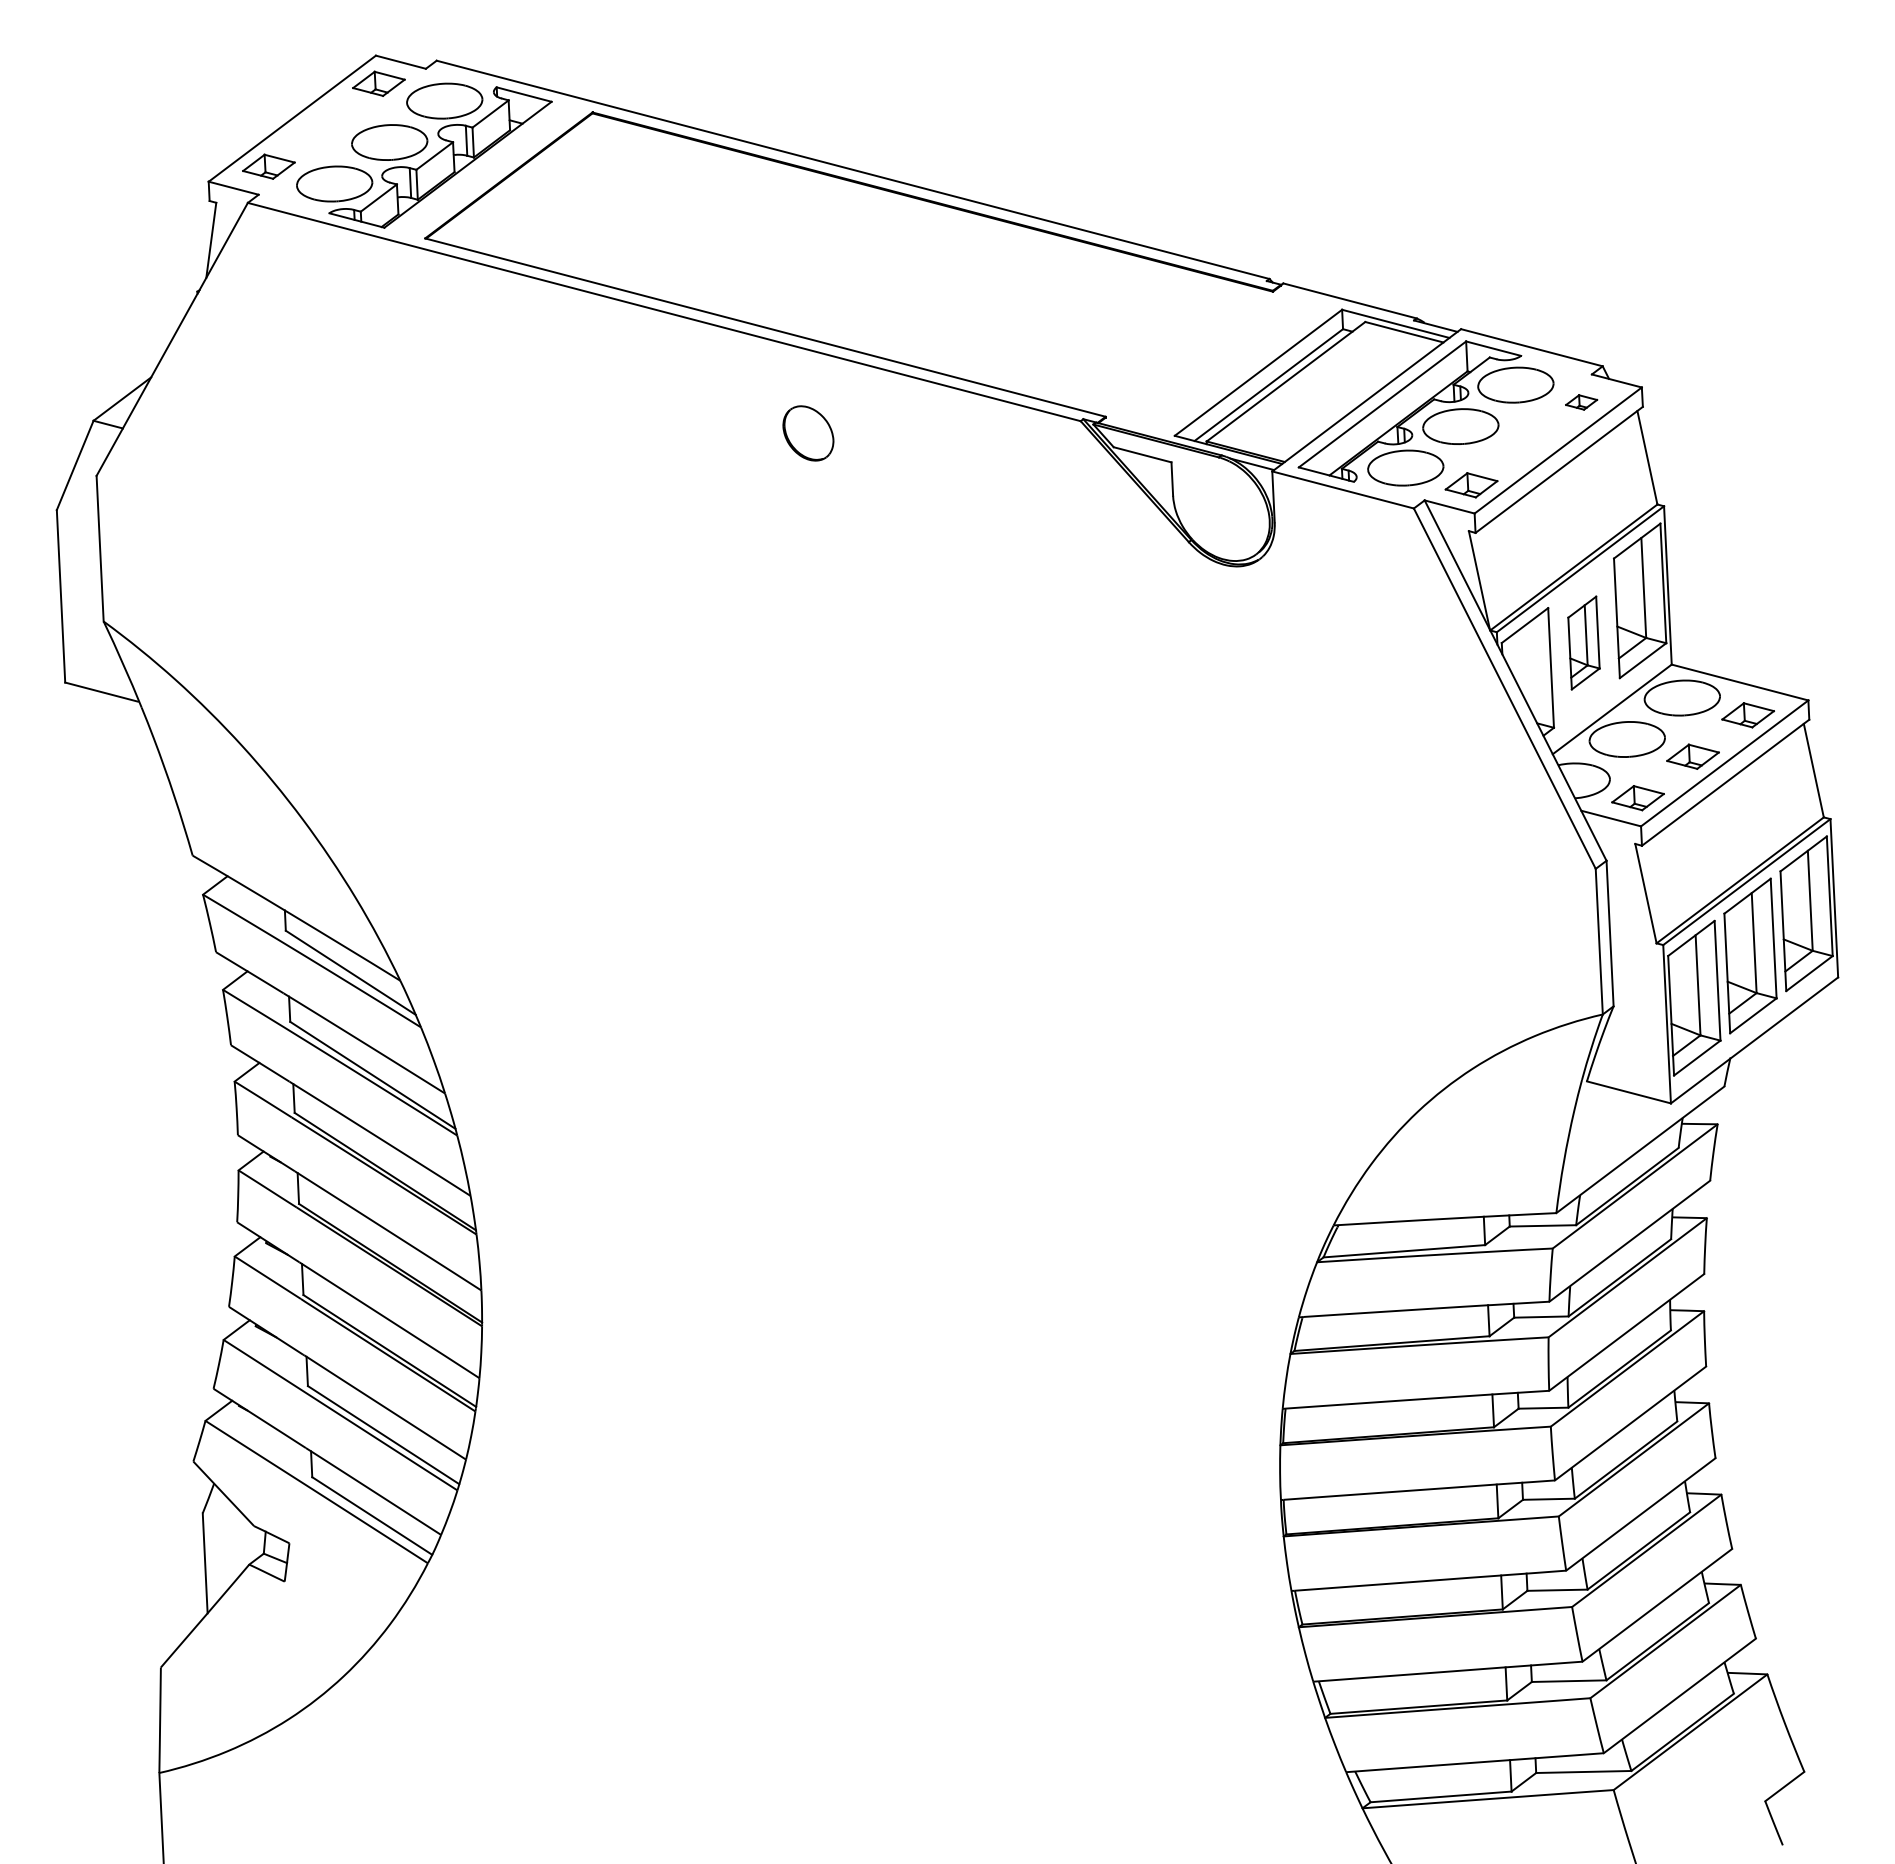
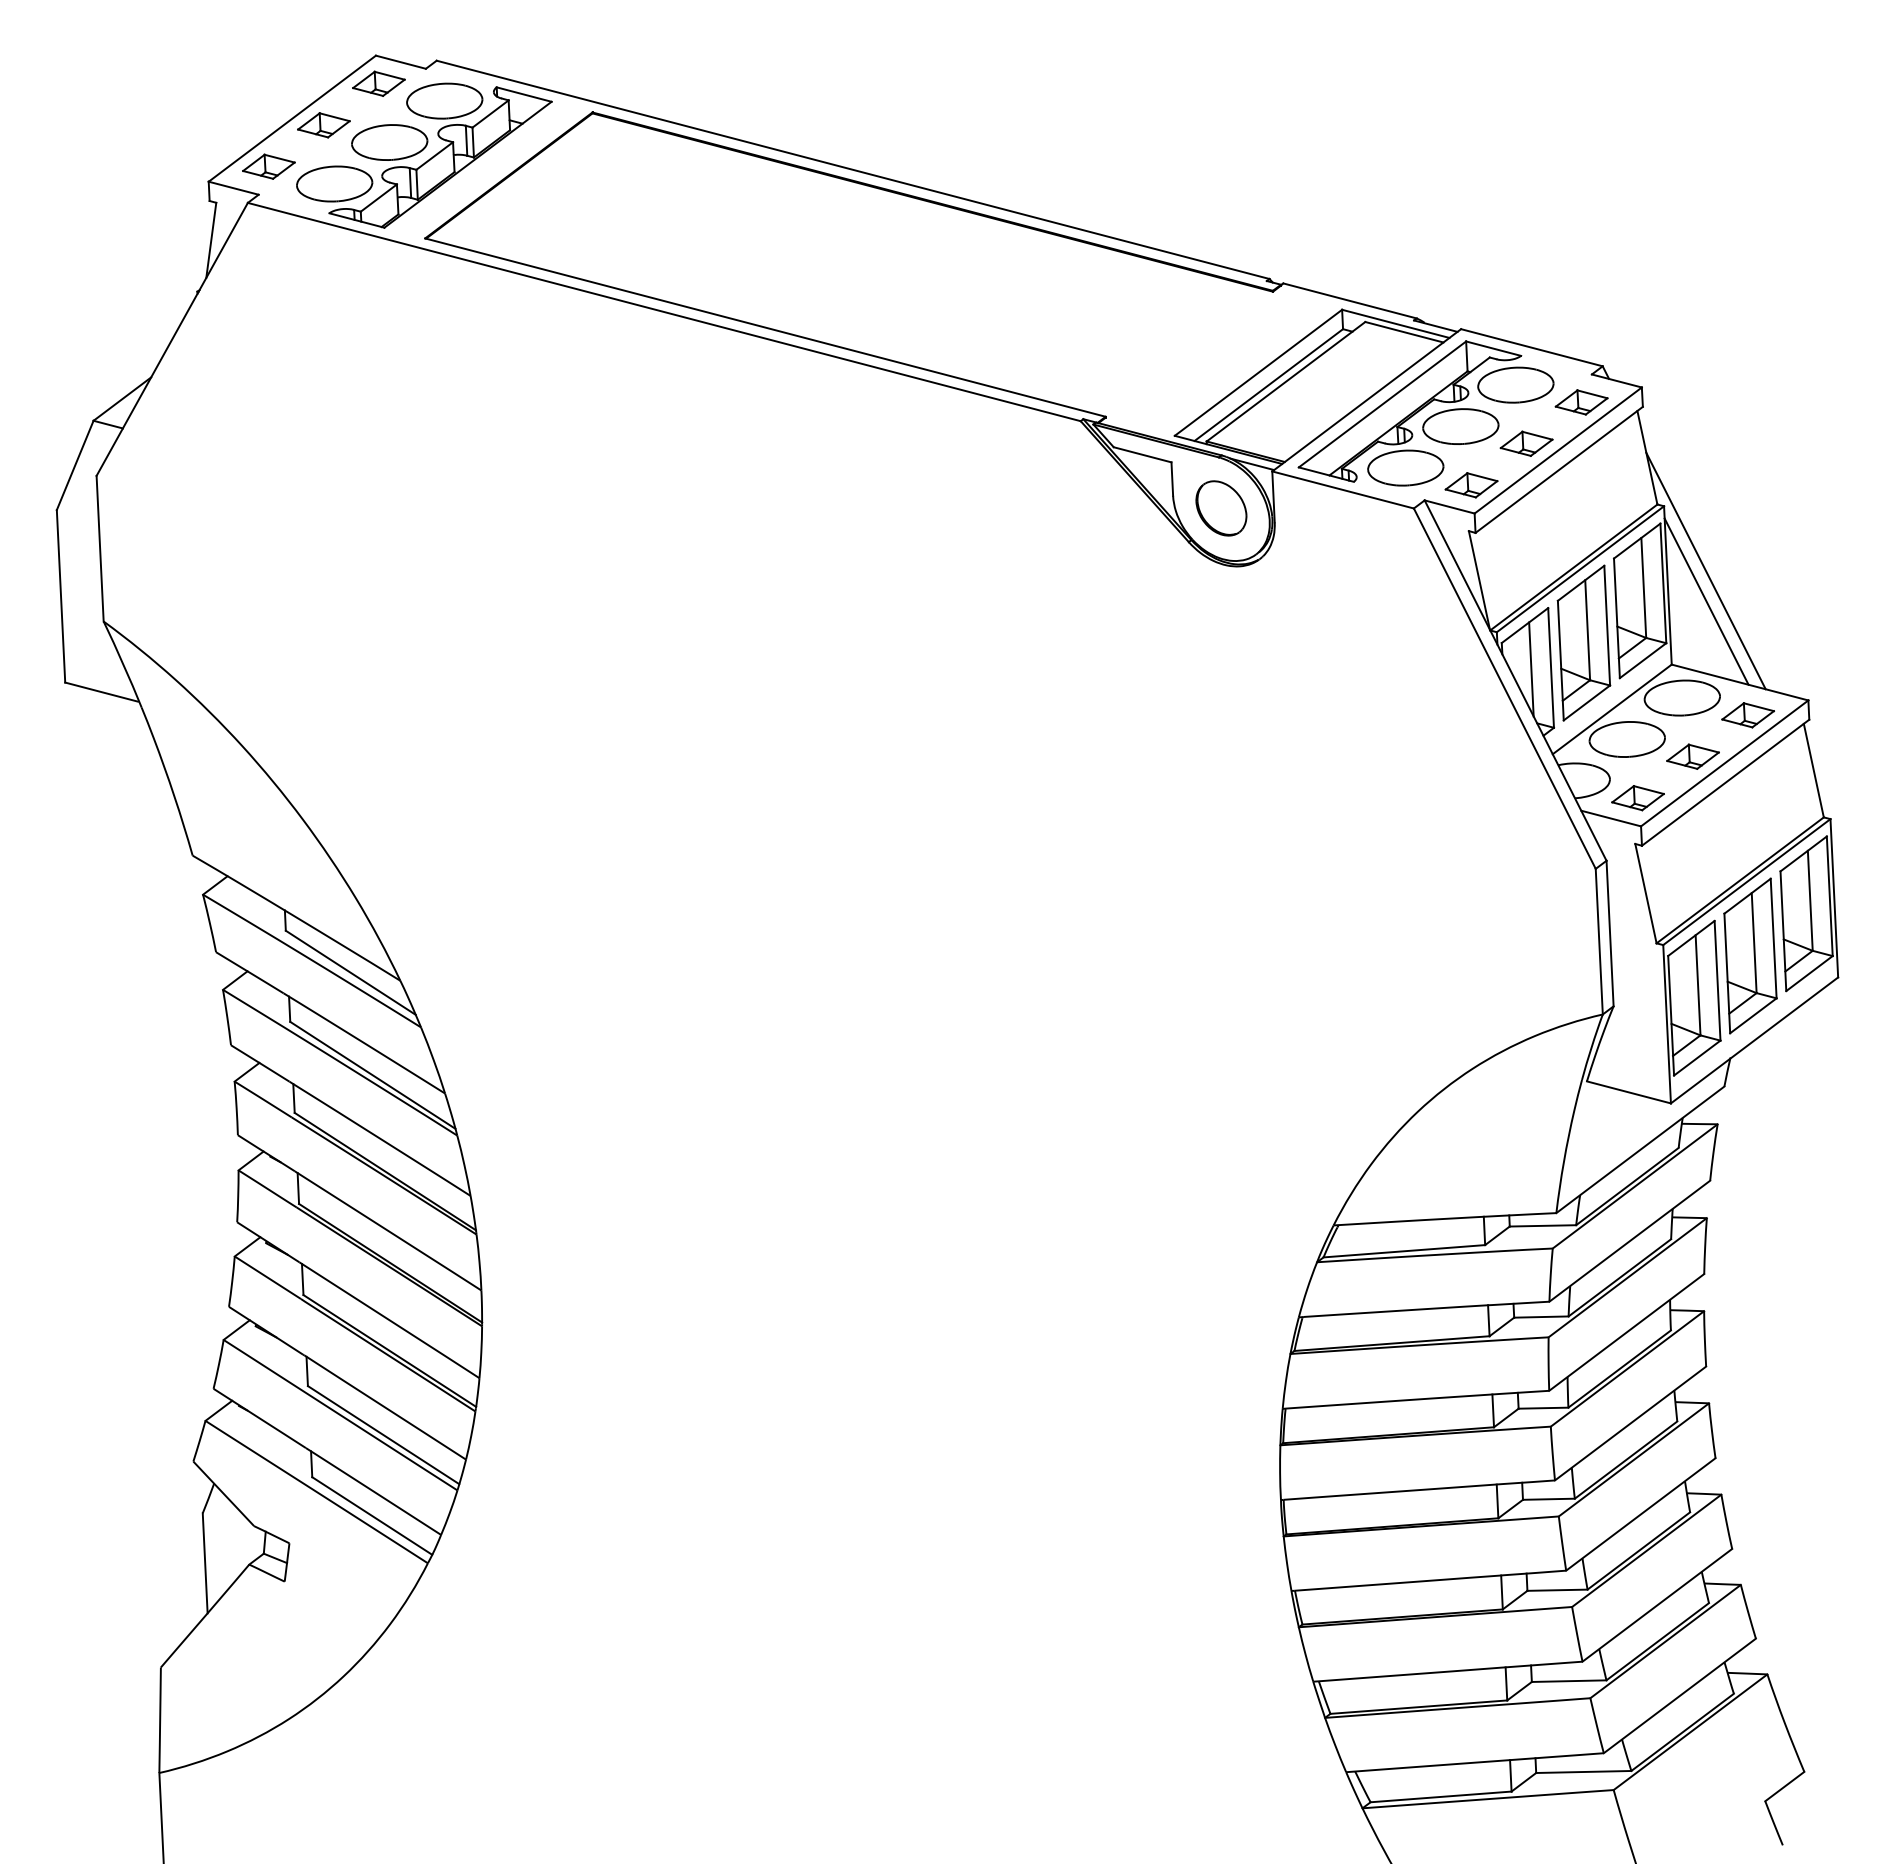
part at (323, 125): none -> present
part at (1581, 402) size: 34x17 px -> 55x27 px
part at (808, 433) position: (808, 433) -> (1221, 508)
part at (1526, 443): none -> present
line at (1705, 570): none -> present
line at (1706, 601): none -> present
part at (1583, 642) size: 34x96 px -> 56x158 px
line at (1531, 669): none -> present
